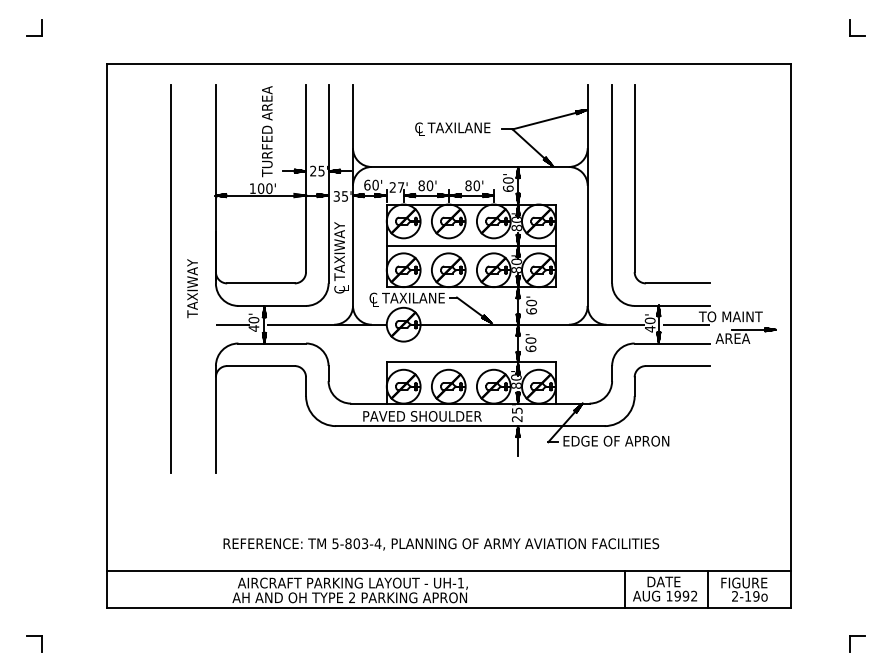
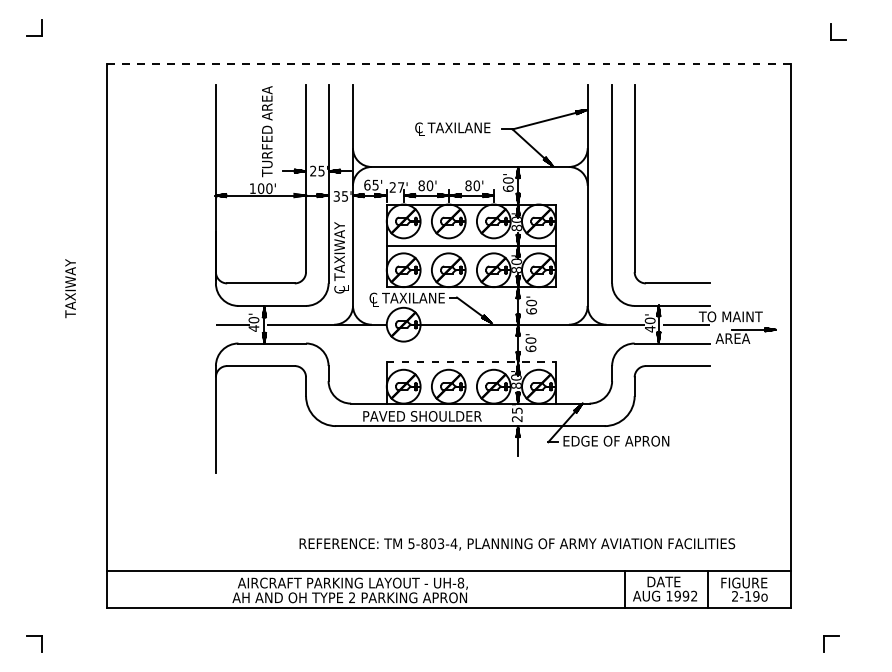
part at (850, 27) position: (850, 27) -> (831, 31)
line at (448, 63): solid -> dashed
text at (375, 184): 60' -> 65'
line at (170, 279): present -> none
text at (192, 288) position: (192, 288) -> (70, 288)
line at (471, 362): solid -> dashed
text at (441, 544) position: (441, 544) -> (517, 544)
text at (460, 582): UH-1, -> UH-8,
part at (857, 636) position: (857, 636) -> (831, 636)
